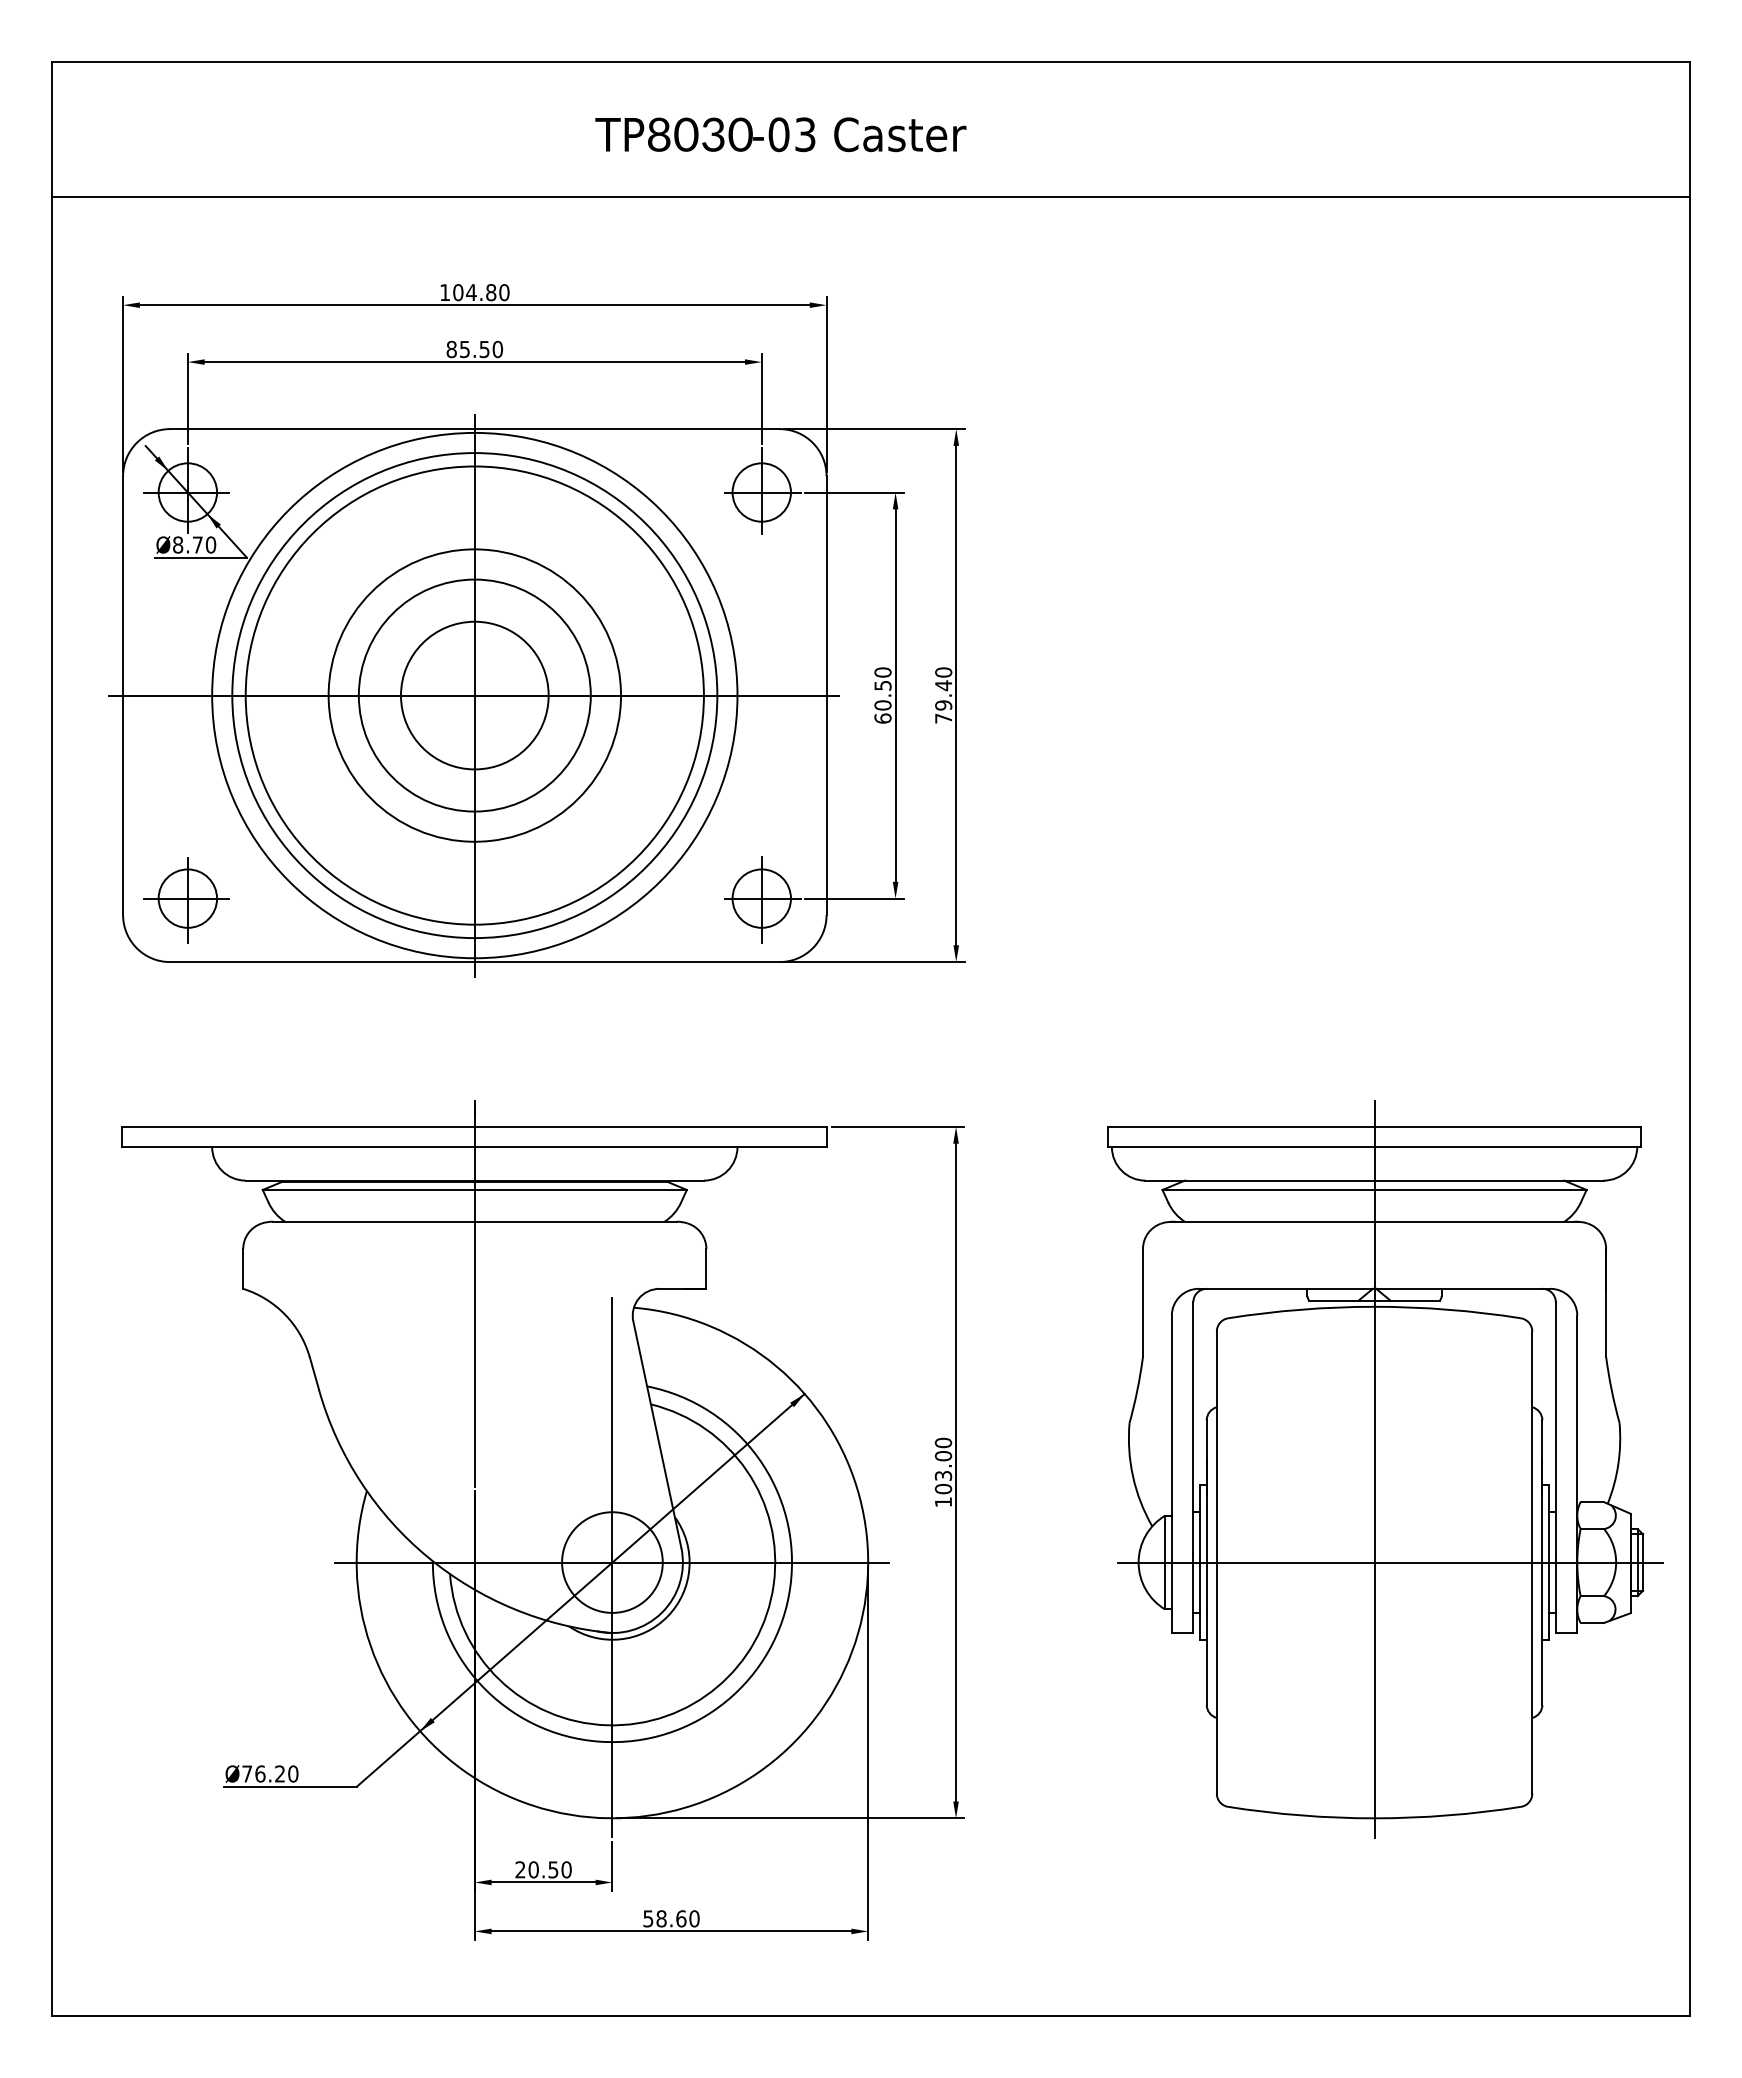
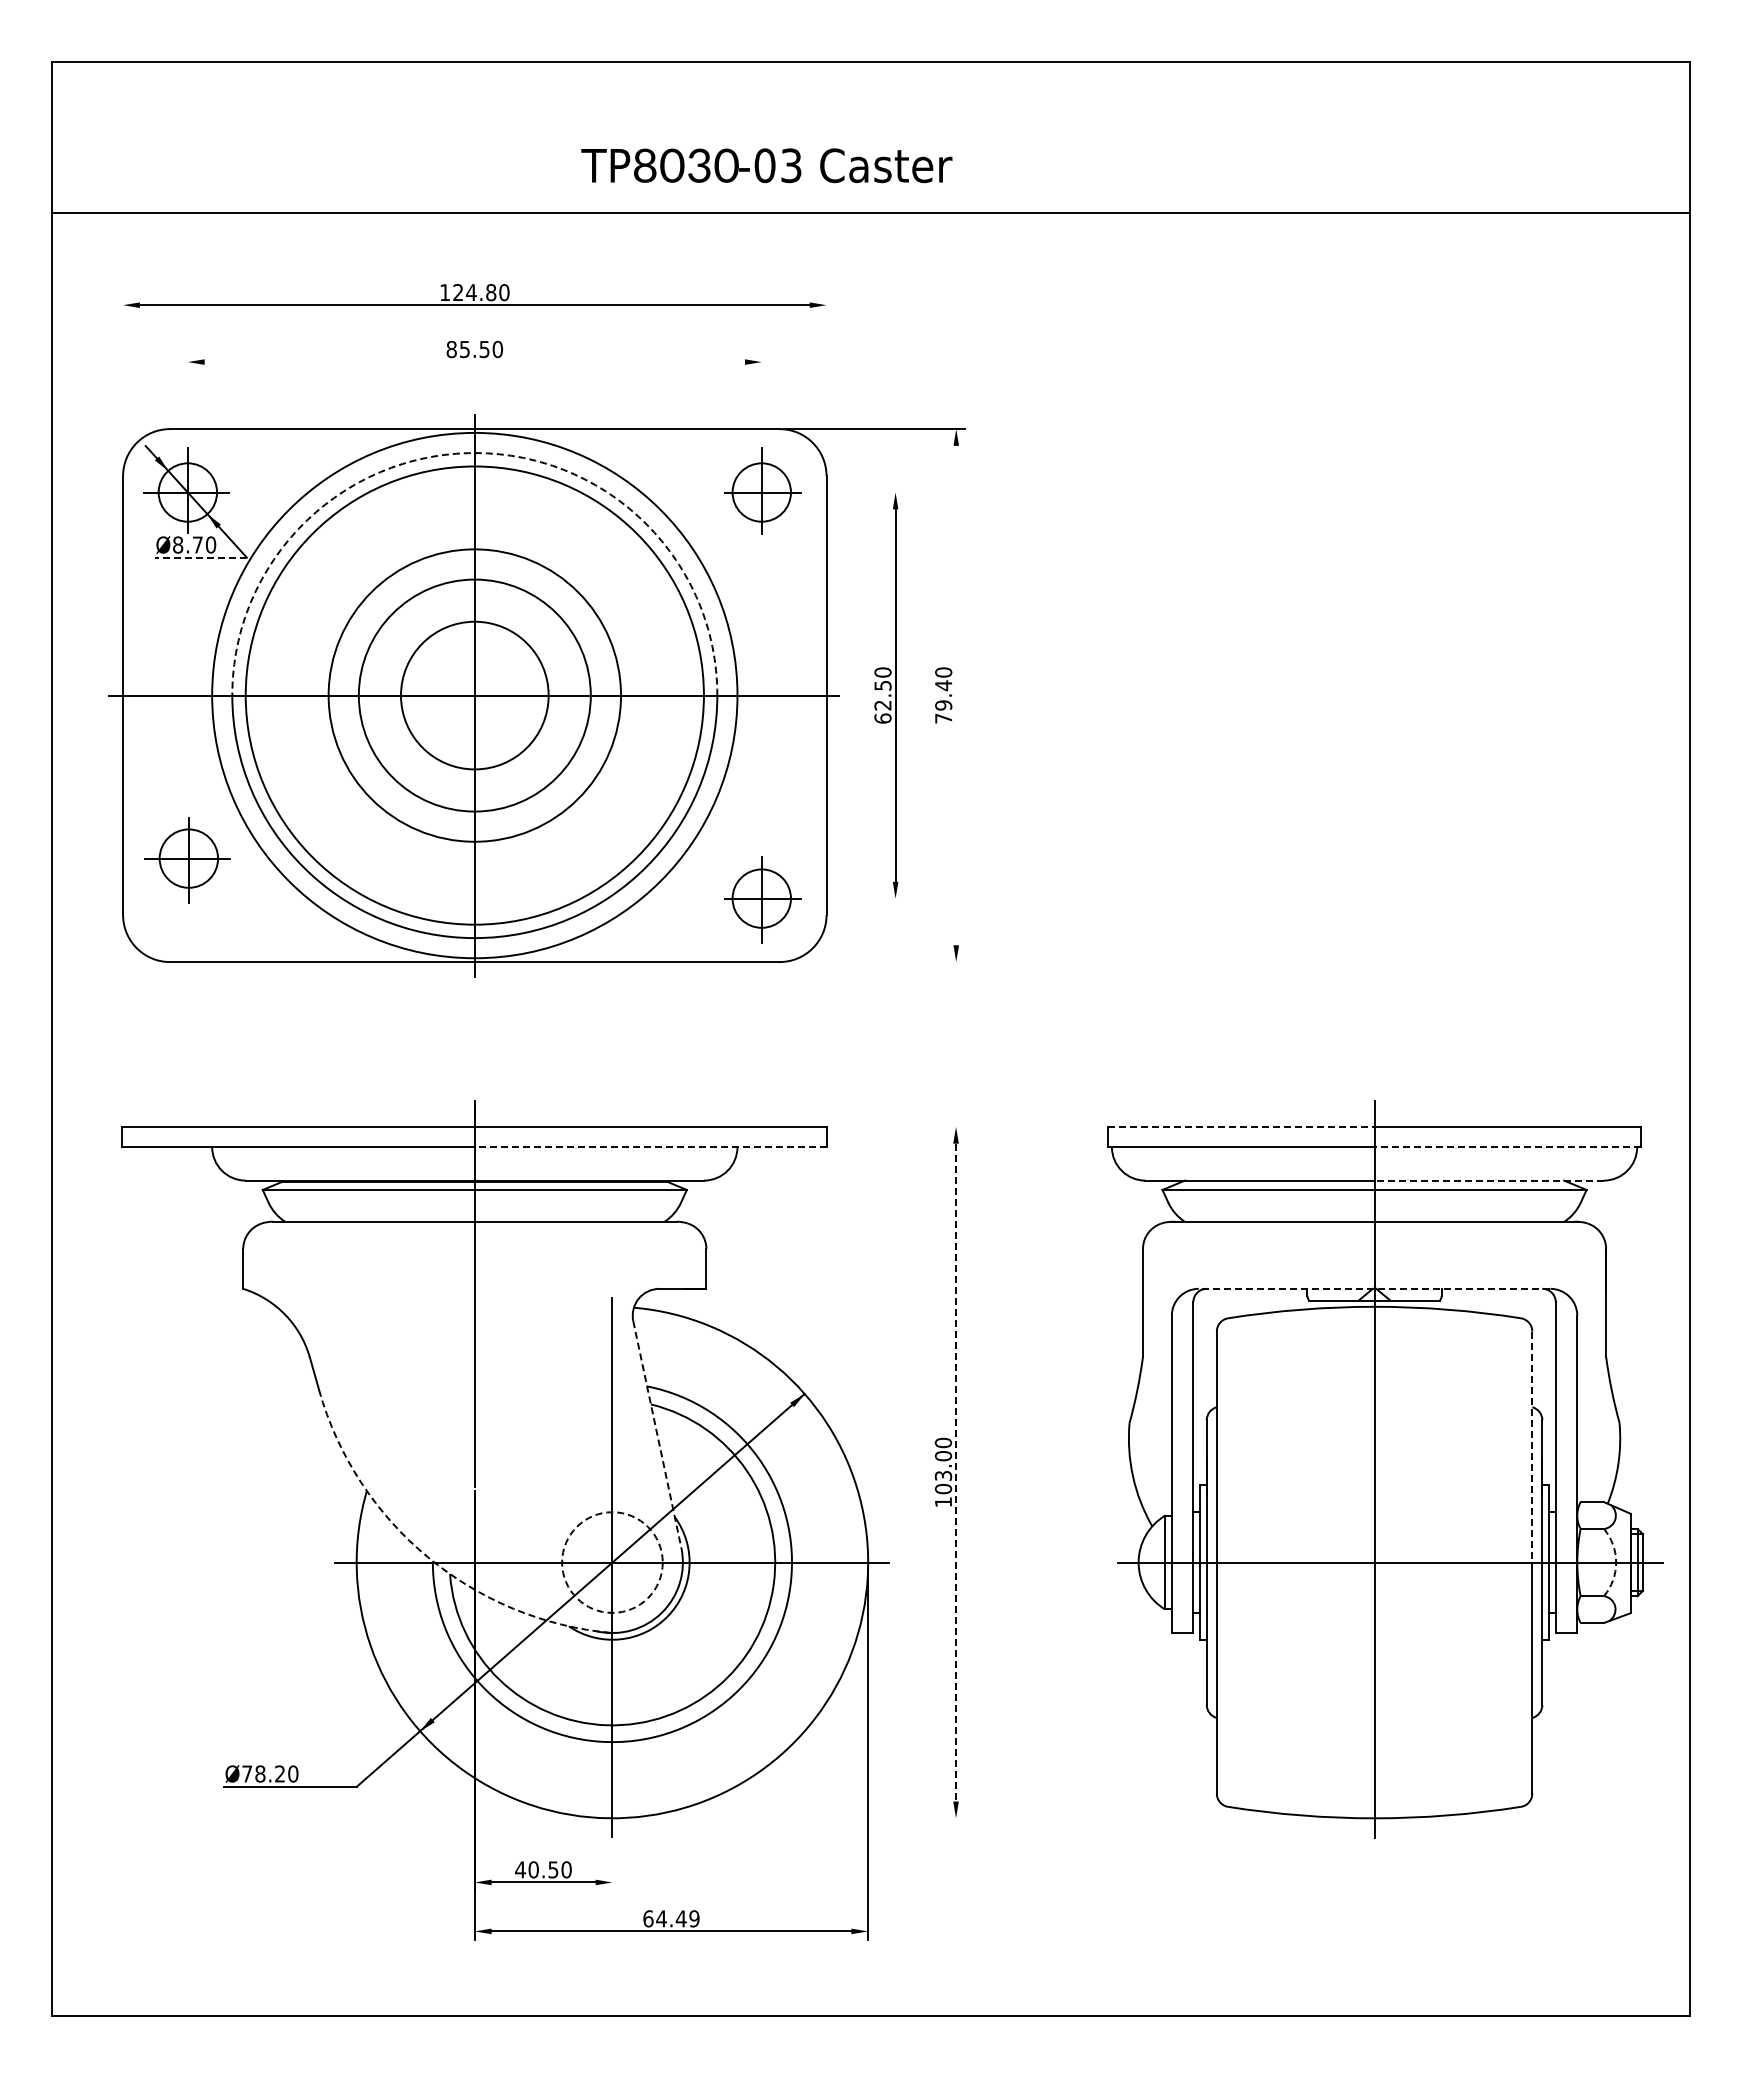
text at (780, 134) position: (780, 134) -> (766, 165)
line at (870, 196) position: (870, 196) -> (870, 212)
text at (458, 292): 104.80 -> 124.80
line at (474, 362): present -> none
line at (123, 383): present -> none
line at (826, 383): present -> none
line at (187, 398): present -> none
line at (761, 398): present -> none
arc at (474, 453): solid -> dashed
line at (854, 492): present -> none
line at (201, 557): solid -> dashed
line at (956, 695): present -> none
text at (882, 705): 60.50 -> 62.50
line at (854, 898): present -> none
part at (186, 900) position: (186, 900) -> (187, 860)
line at (873, 962): present -> none
line at (897, 1126): present -> none
line at (1240, 1126): solid -> dashed
line at (650, 1147): solid -> dashed
line at (1507, 1147): solid -> dashed
line at (1489, 1180): solid -> dashed
line at (1374, 1288): solid -> dashed
line at (657, 1434): solid -> dashed
line at (1532, 1447): solid -> dashed
line at (956, 1472): solid -> dashed
arc at (427, 1557): solid -> dashed
circle at (612, 1562): solid -> dashed
arc at (1616, 1562): solid -> dashed
text at (260, 1773): Ø76.20 -> Ø78.20
line at (790, 1818): present -> none
line at (612, 1865): present -> none
text at (520, 1869): 20.50 -> 40.50
text at (671, 1918): 58.60 -> 64.49
